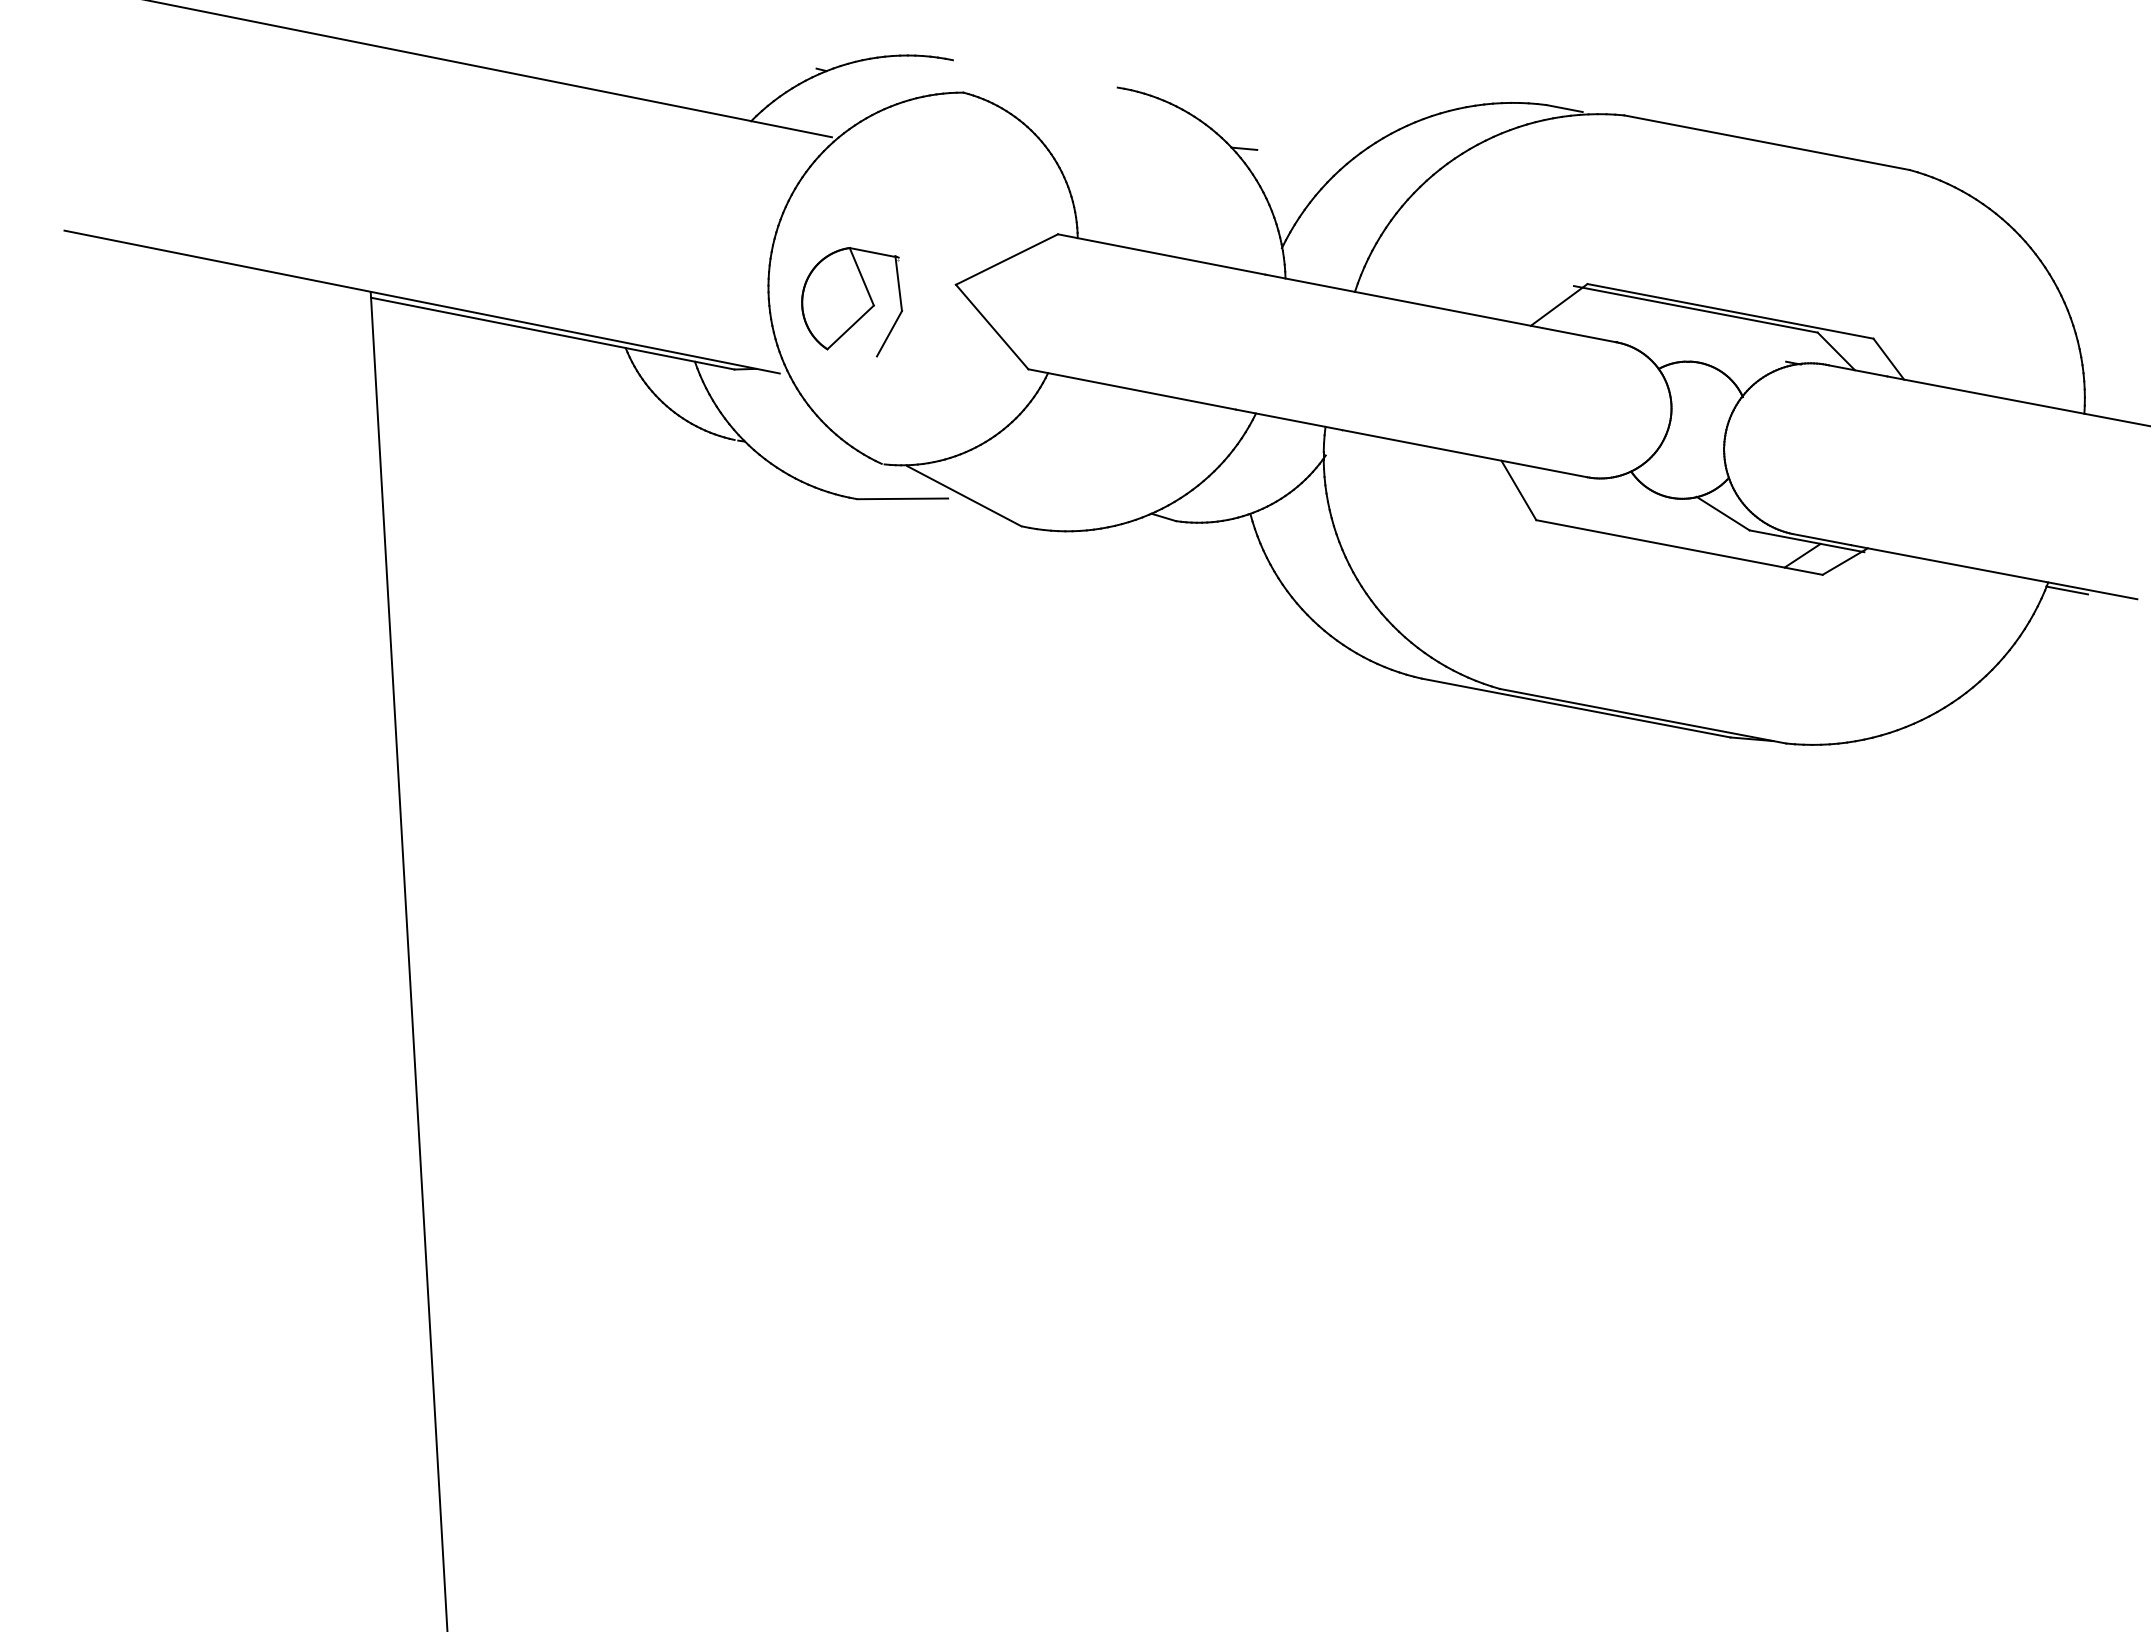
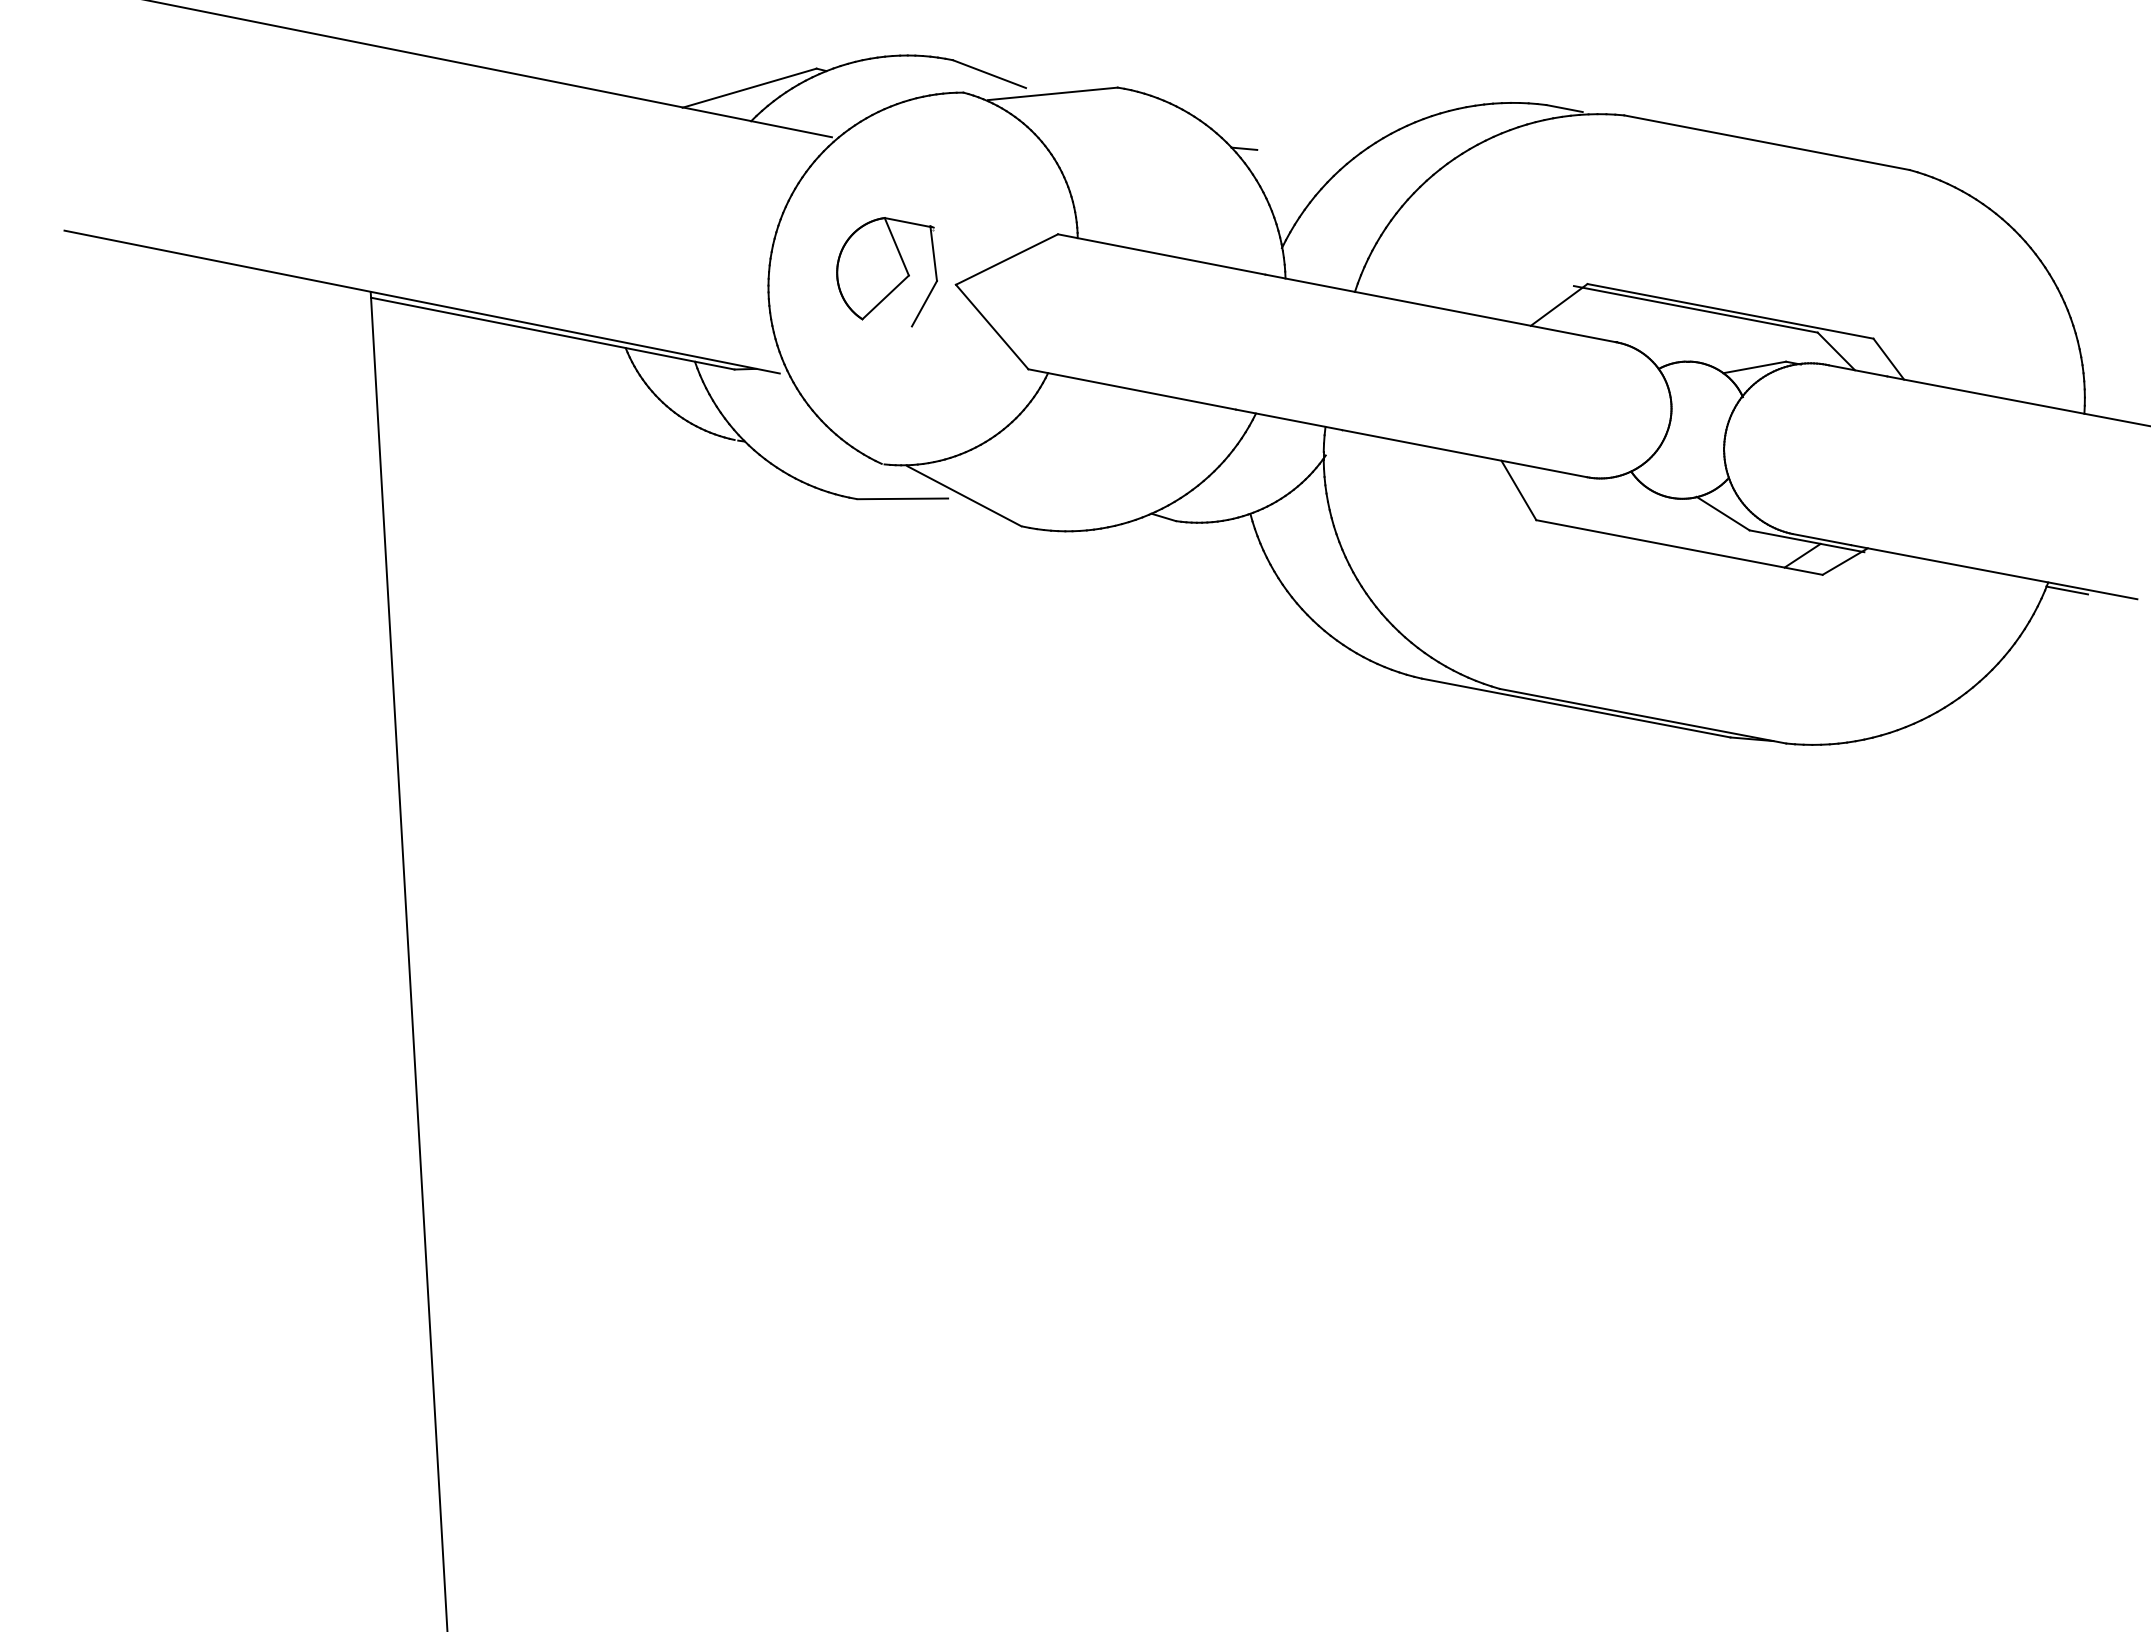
line at (989, 74): none -> present
line at (749, 87): none -> present
line at (1052, 93): none -> present
part at (851, 302) position: (851, 302) -> (886, 272)
line at (1754, 367): none -> present
